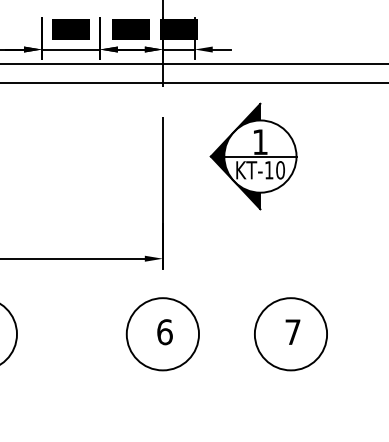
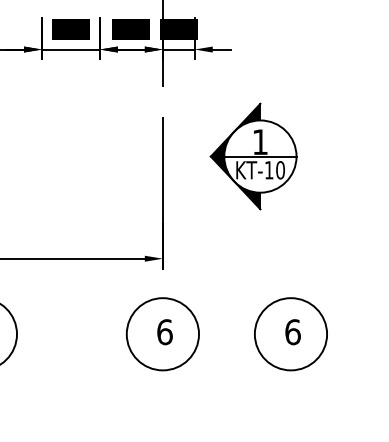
line at (193, 63): present -> none
line at (193, 82): present -> none
text at (292, 332): 7 -> 6
